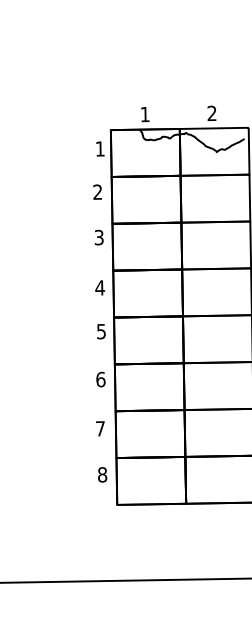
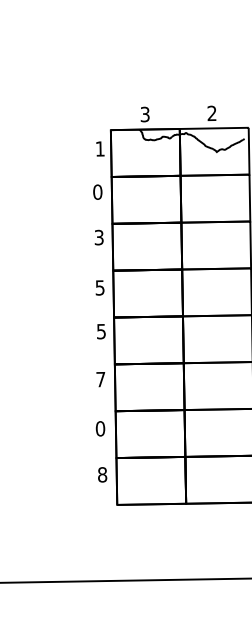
text at (144, 114): 1 -> 3
text at (97, 191): 2 -> 0
text at (100, 287): 4 -> 5
text at (100, 379): 6 -> 7
text at (100, 428): 7 -> 0
